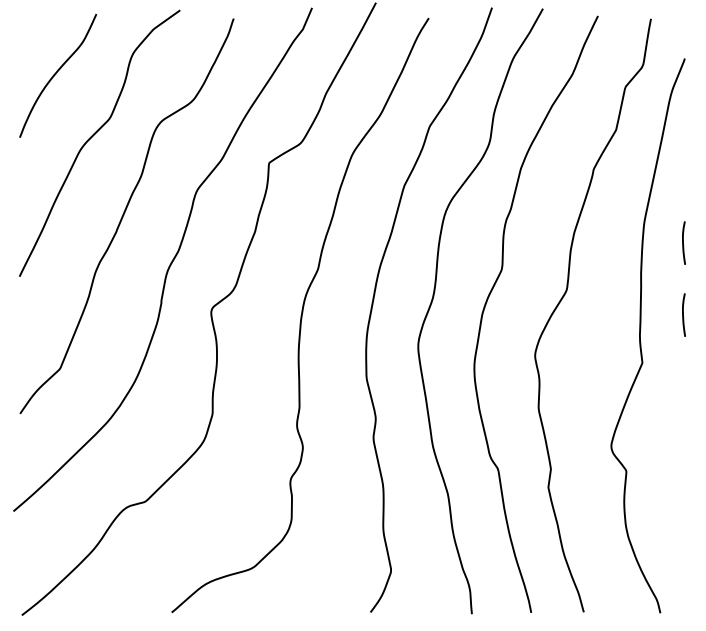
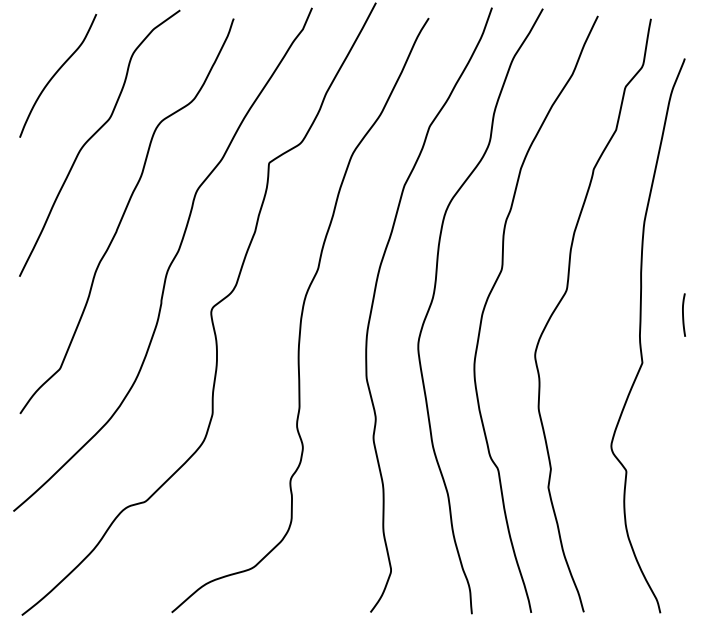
curve at (683, 242): present -> none
